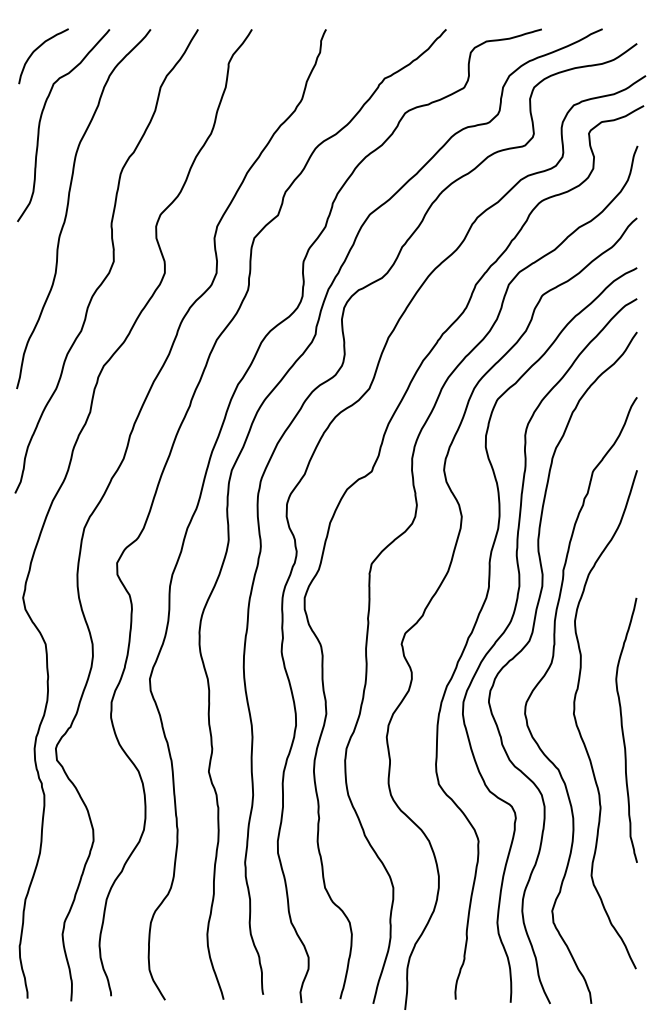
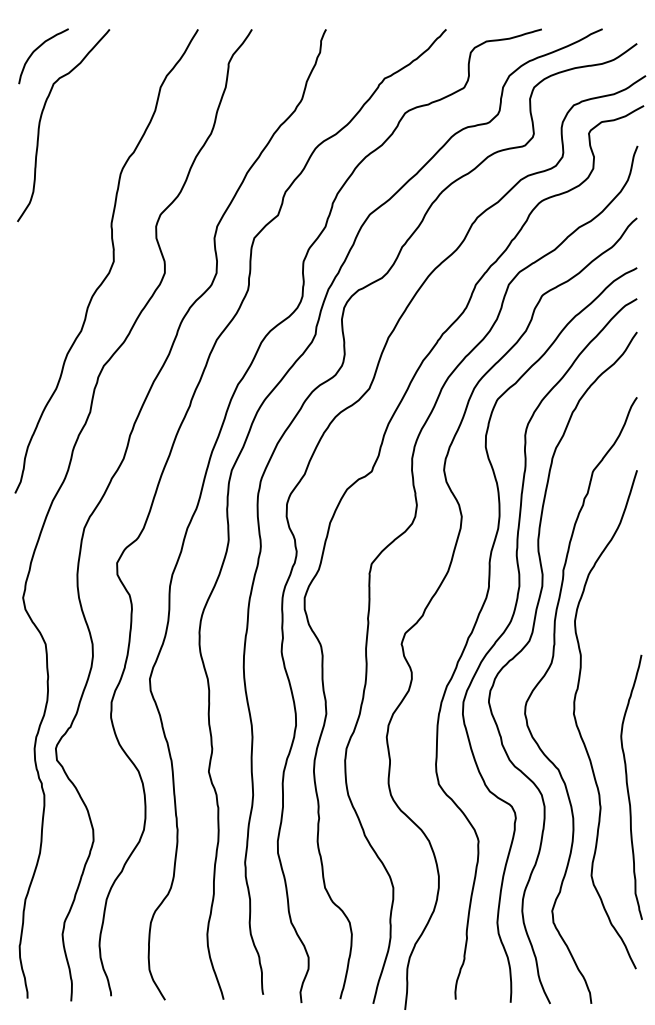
curve at (68, 208): present -> none
curve at (623, 729) position: (623, 729) -> (628, 786)
